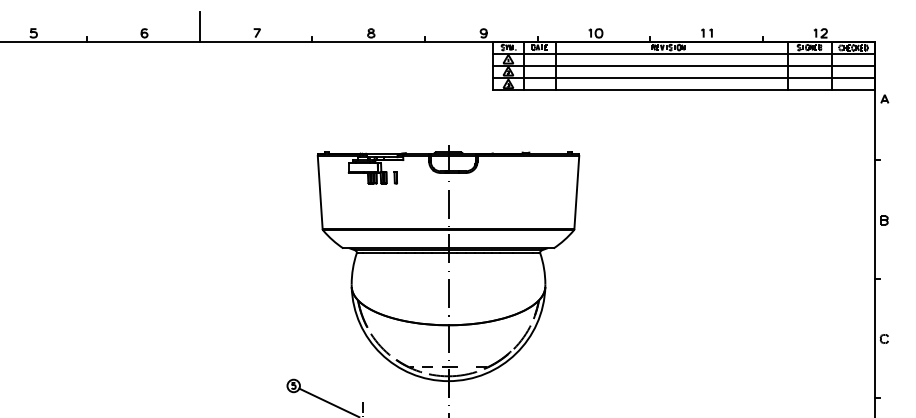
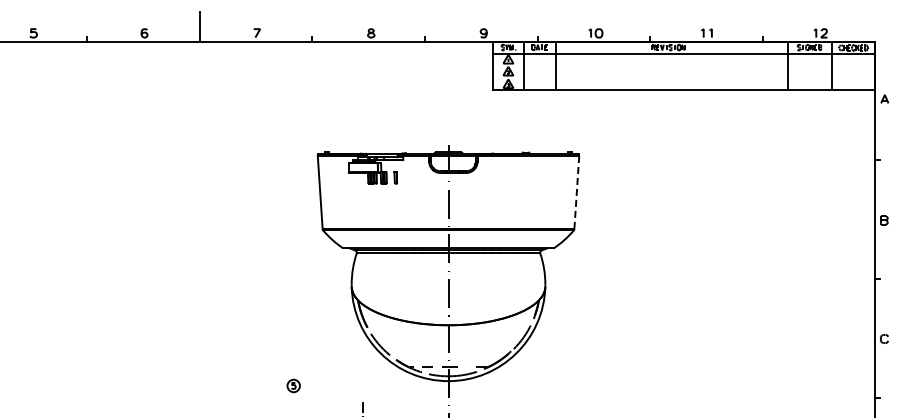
line at (683, 65): present -> none
line at (683, 77): present -> none
line at (576, 192): solid -> dashed
line at (326, 401): present -> none
